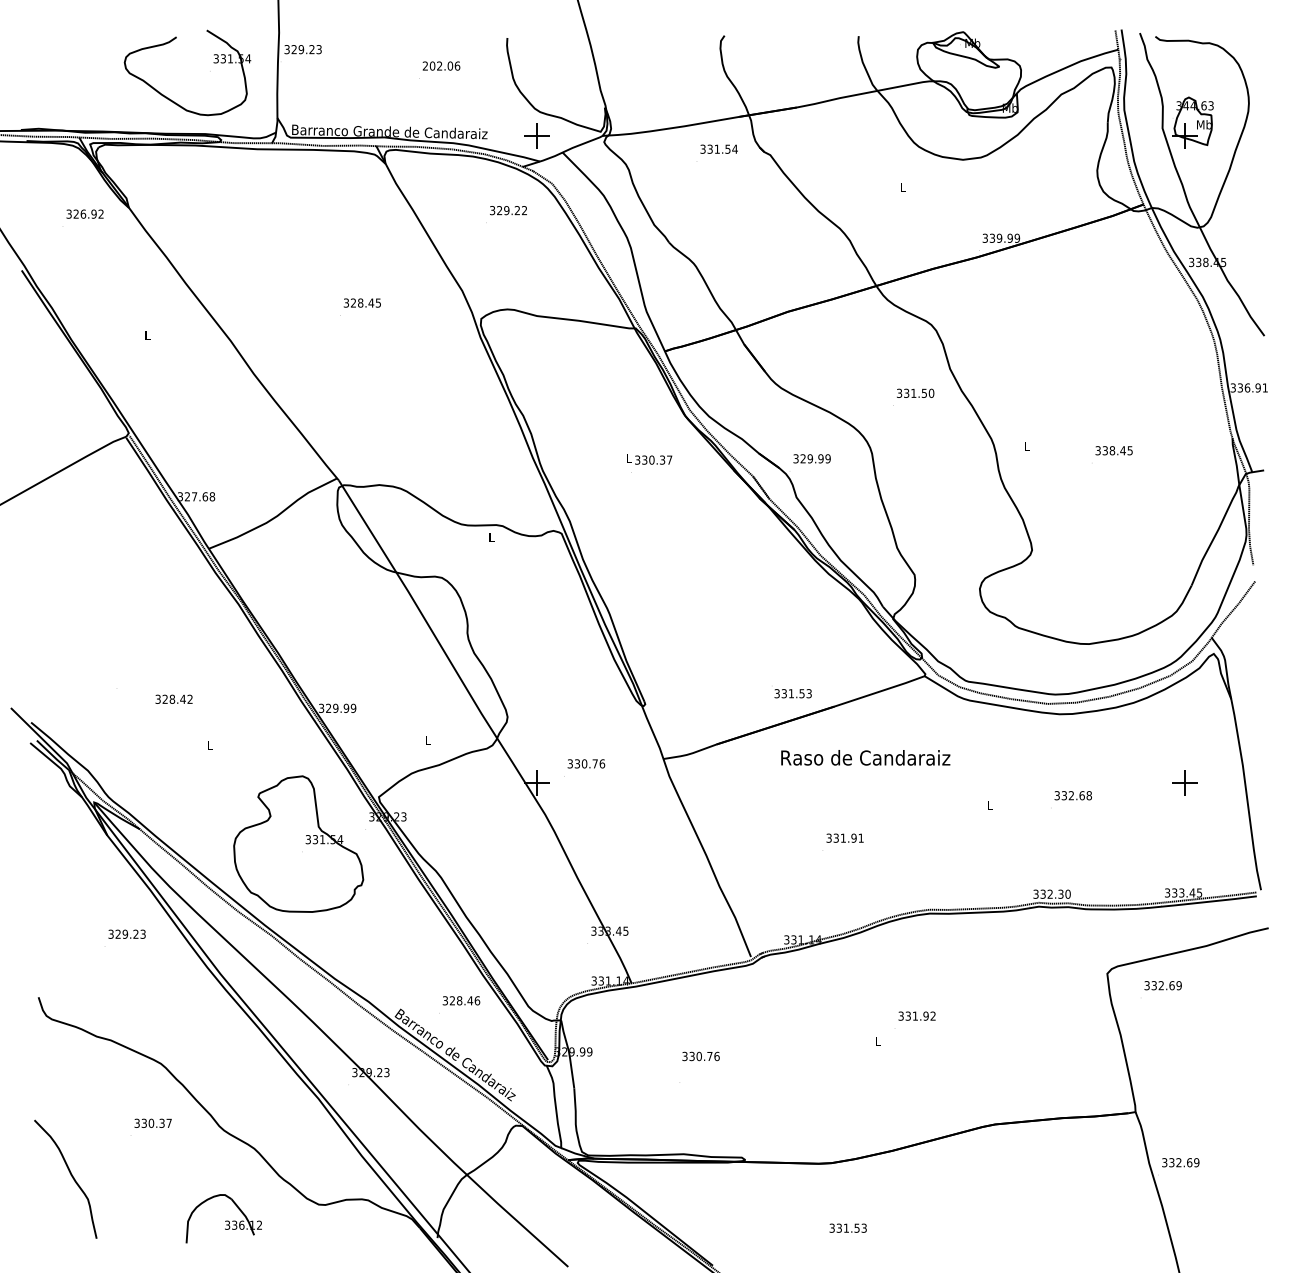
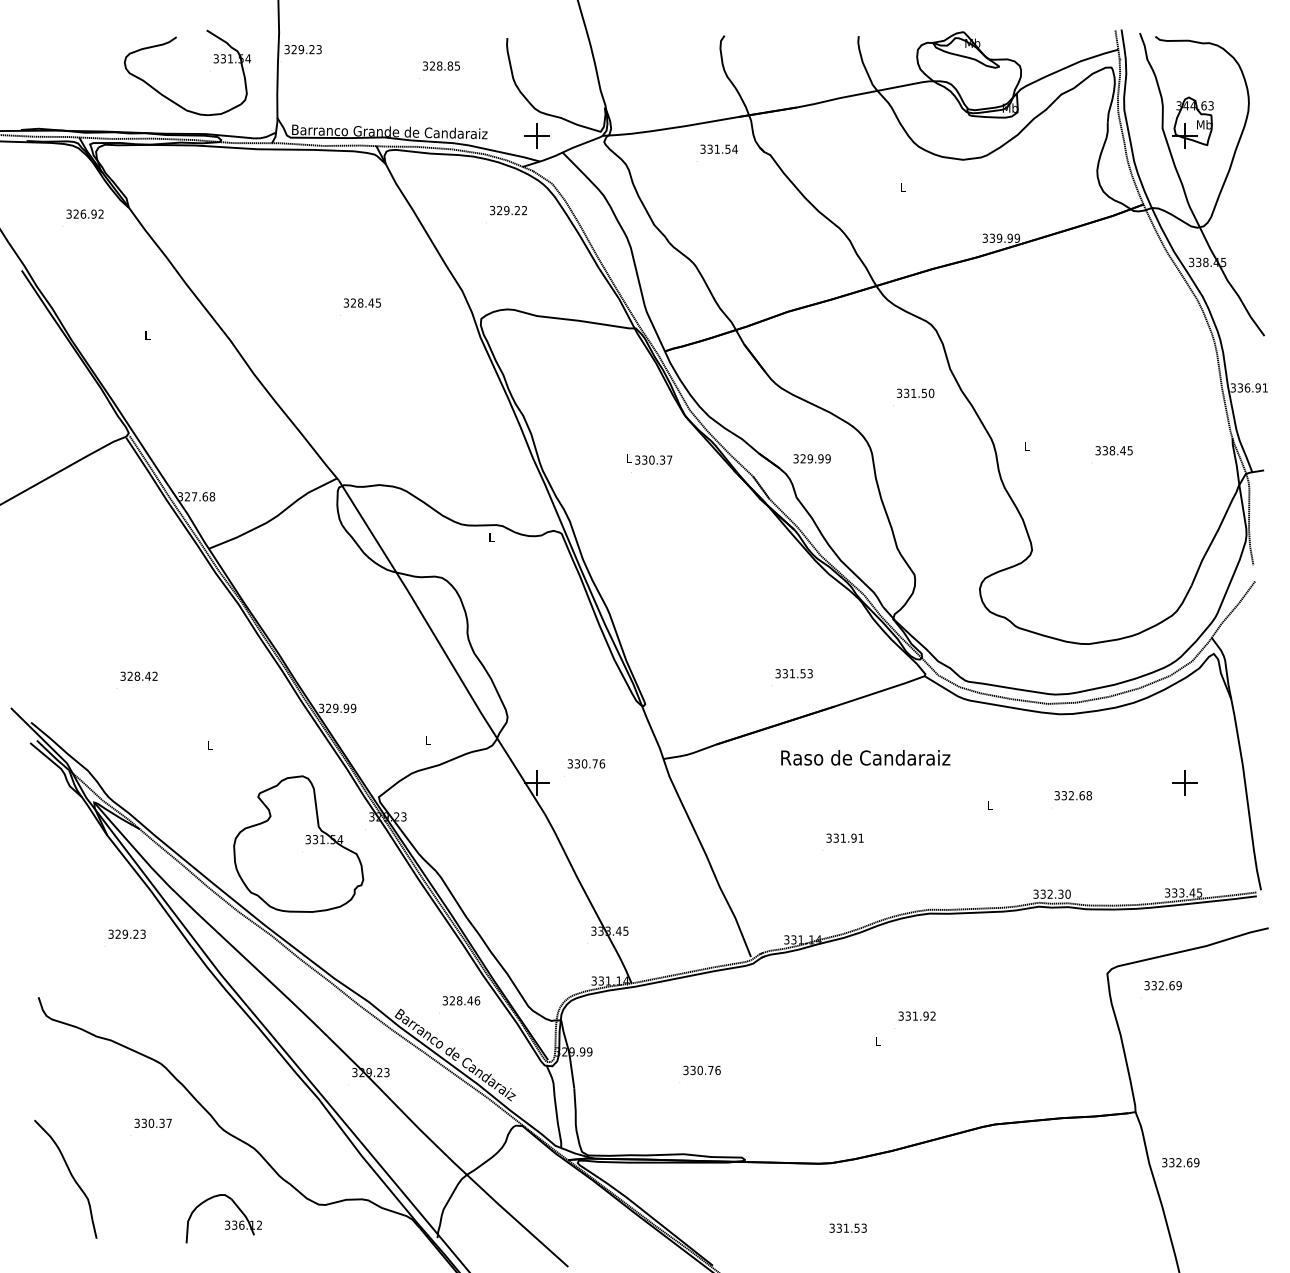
text at (441, 65): 202.06 -> 328.85
text at (792, 693) position: (792, 693) -> (793, 673)
text at (173, 698) position: (173, 698) -> (138, 675)
text at (700, 1056) position: (700, 1056) -> (701, 1070)
